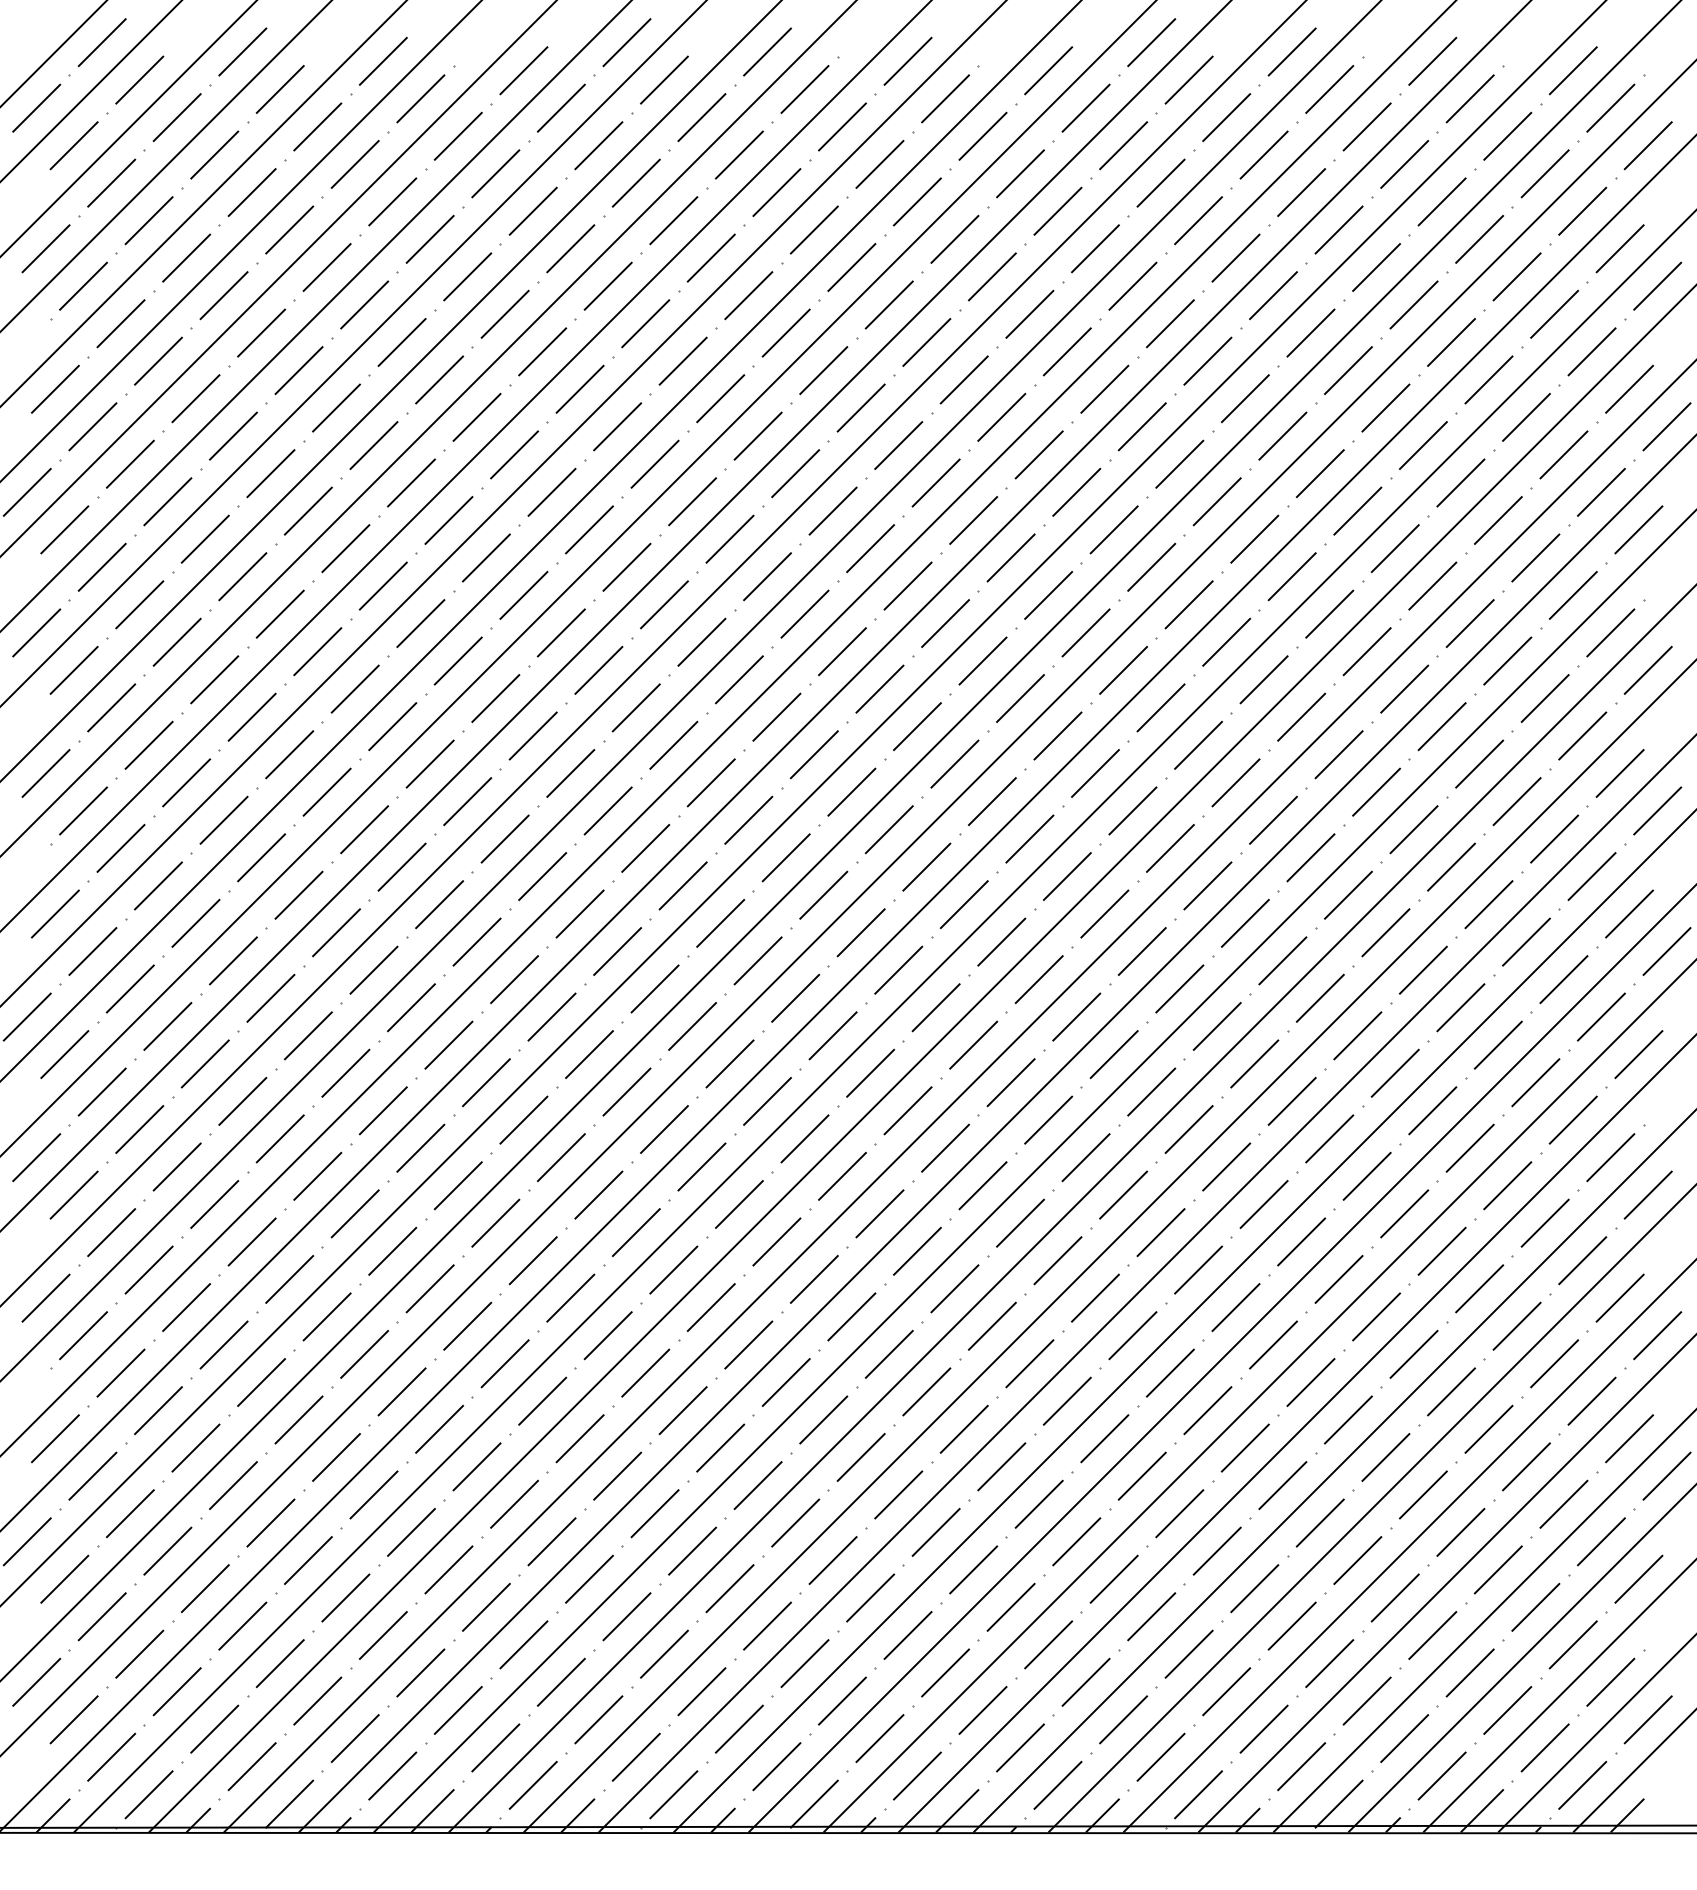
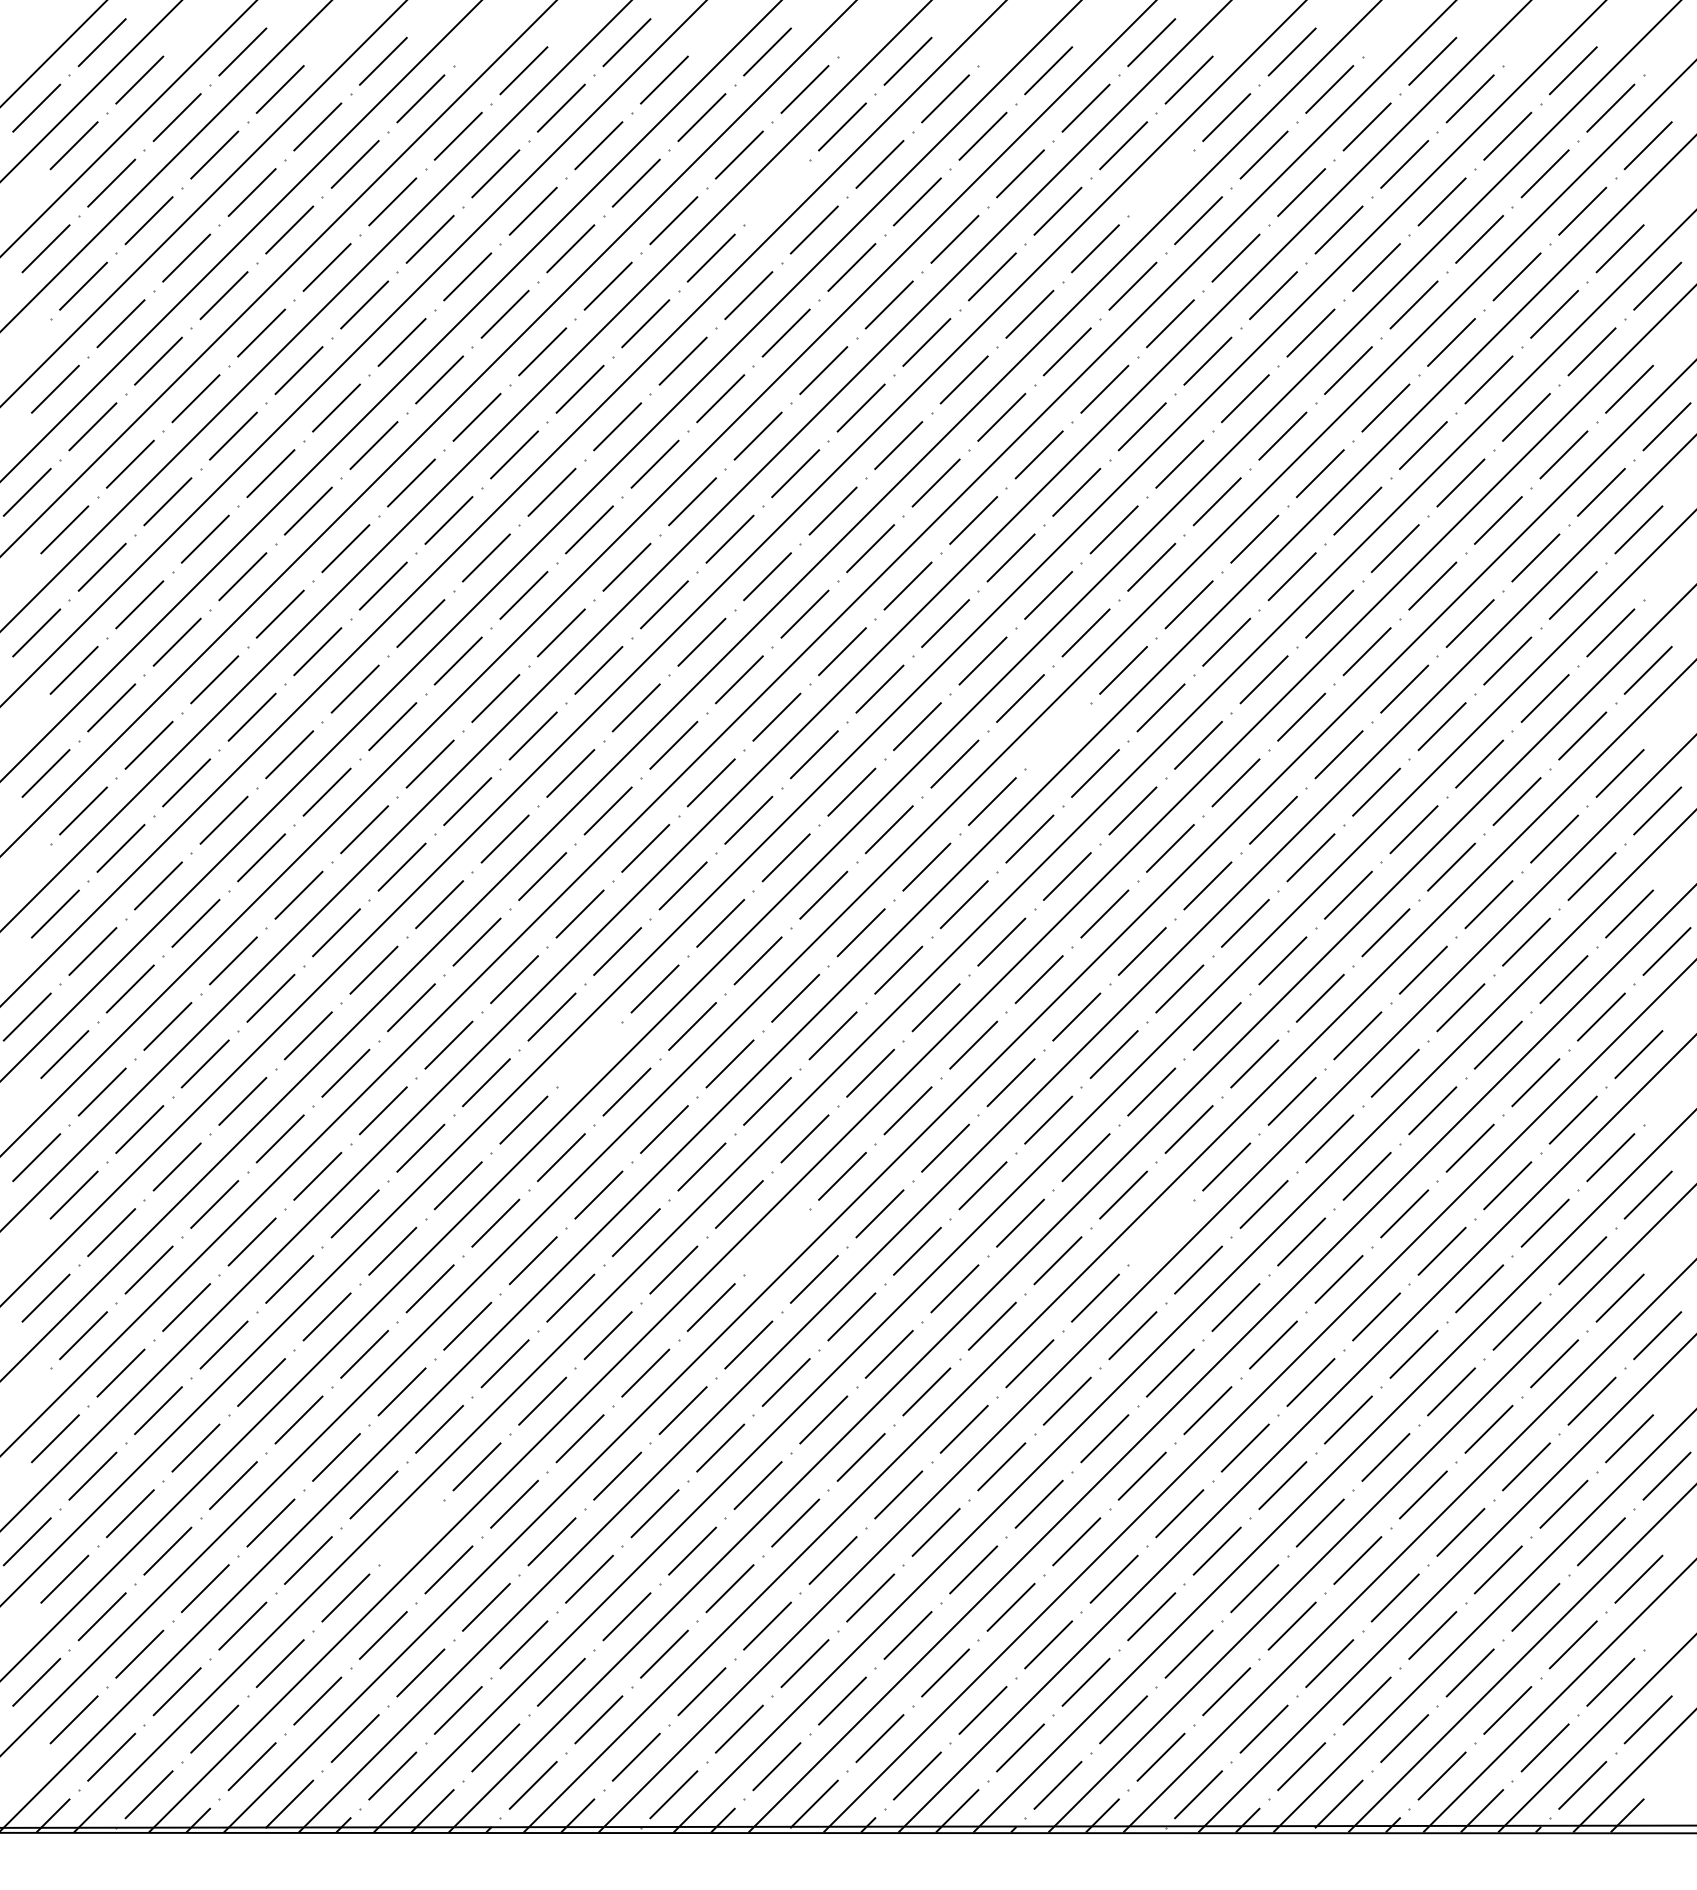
line at (1160, 182): present -> none
line at (776, 192): present -> none
line at (1057, 735): present -> none
line at (589, 1054): present -> none
line at (1160, 1232): present -> none
line at (776, 1241): present -> none
line at (411, 1532): present -> none
